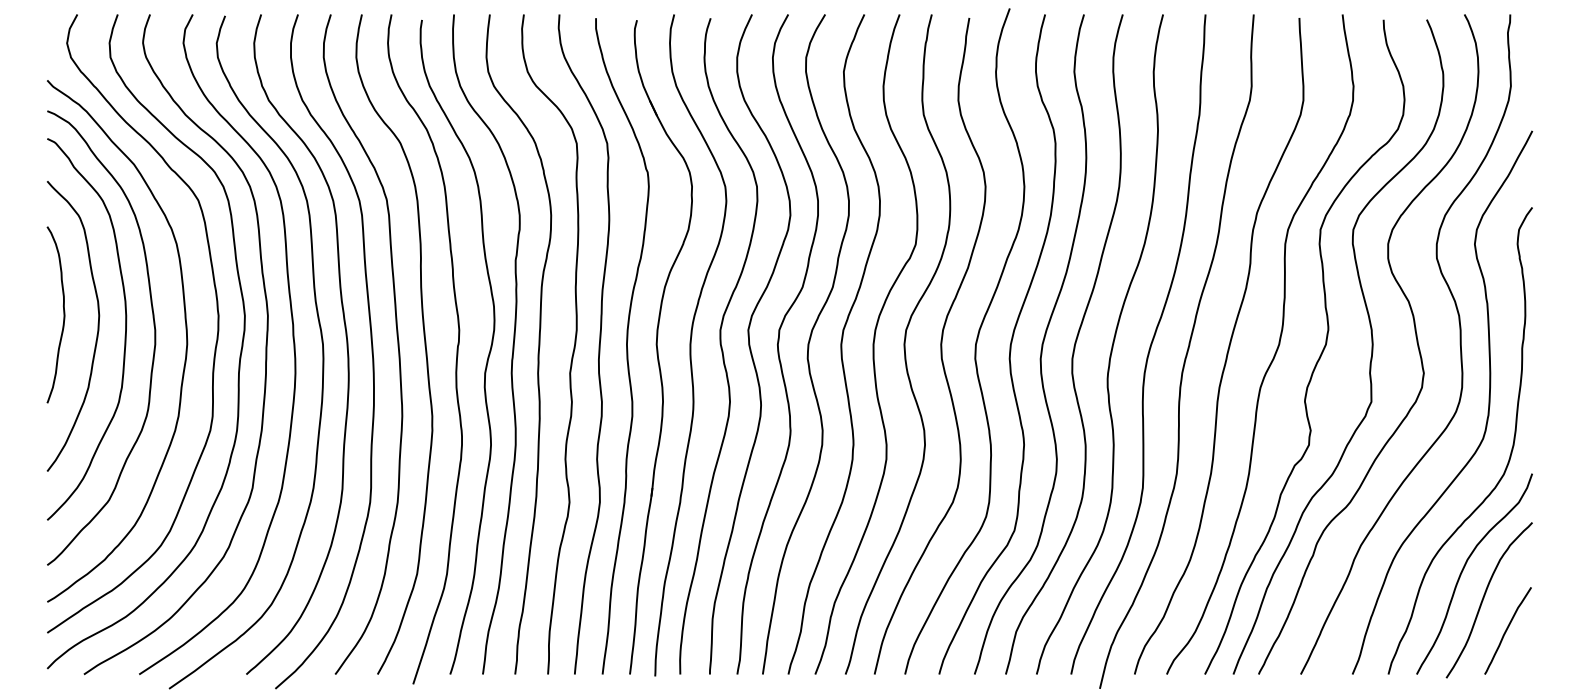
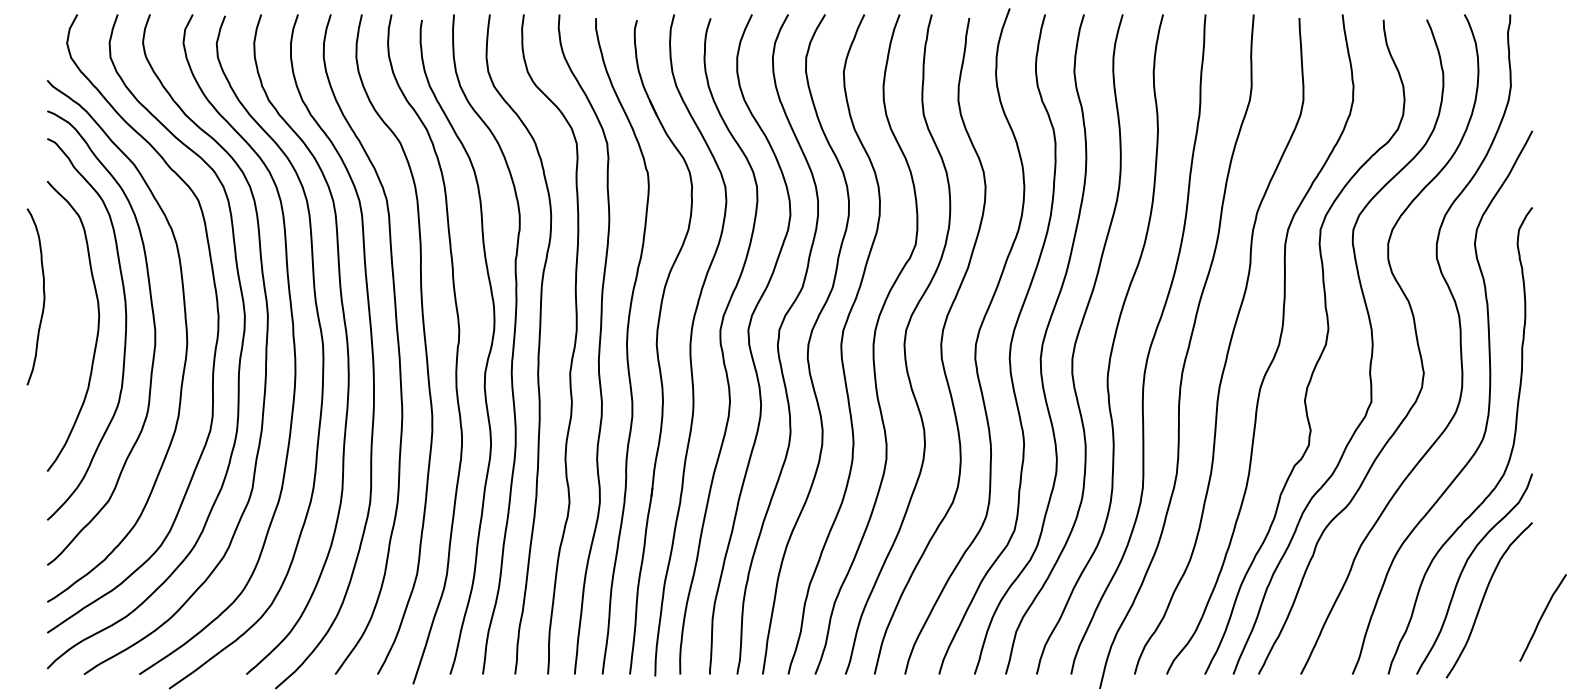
curve at (63, 314) position: (63, 314) -> (43, 296)
curve at (1507, 630) position: (1507, 630) -> (1542, 617)
